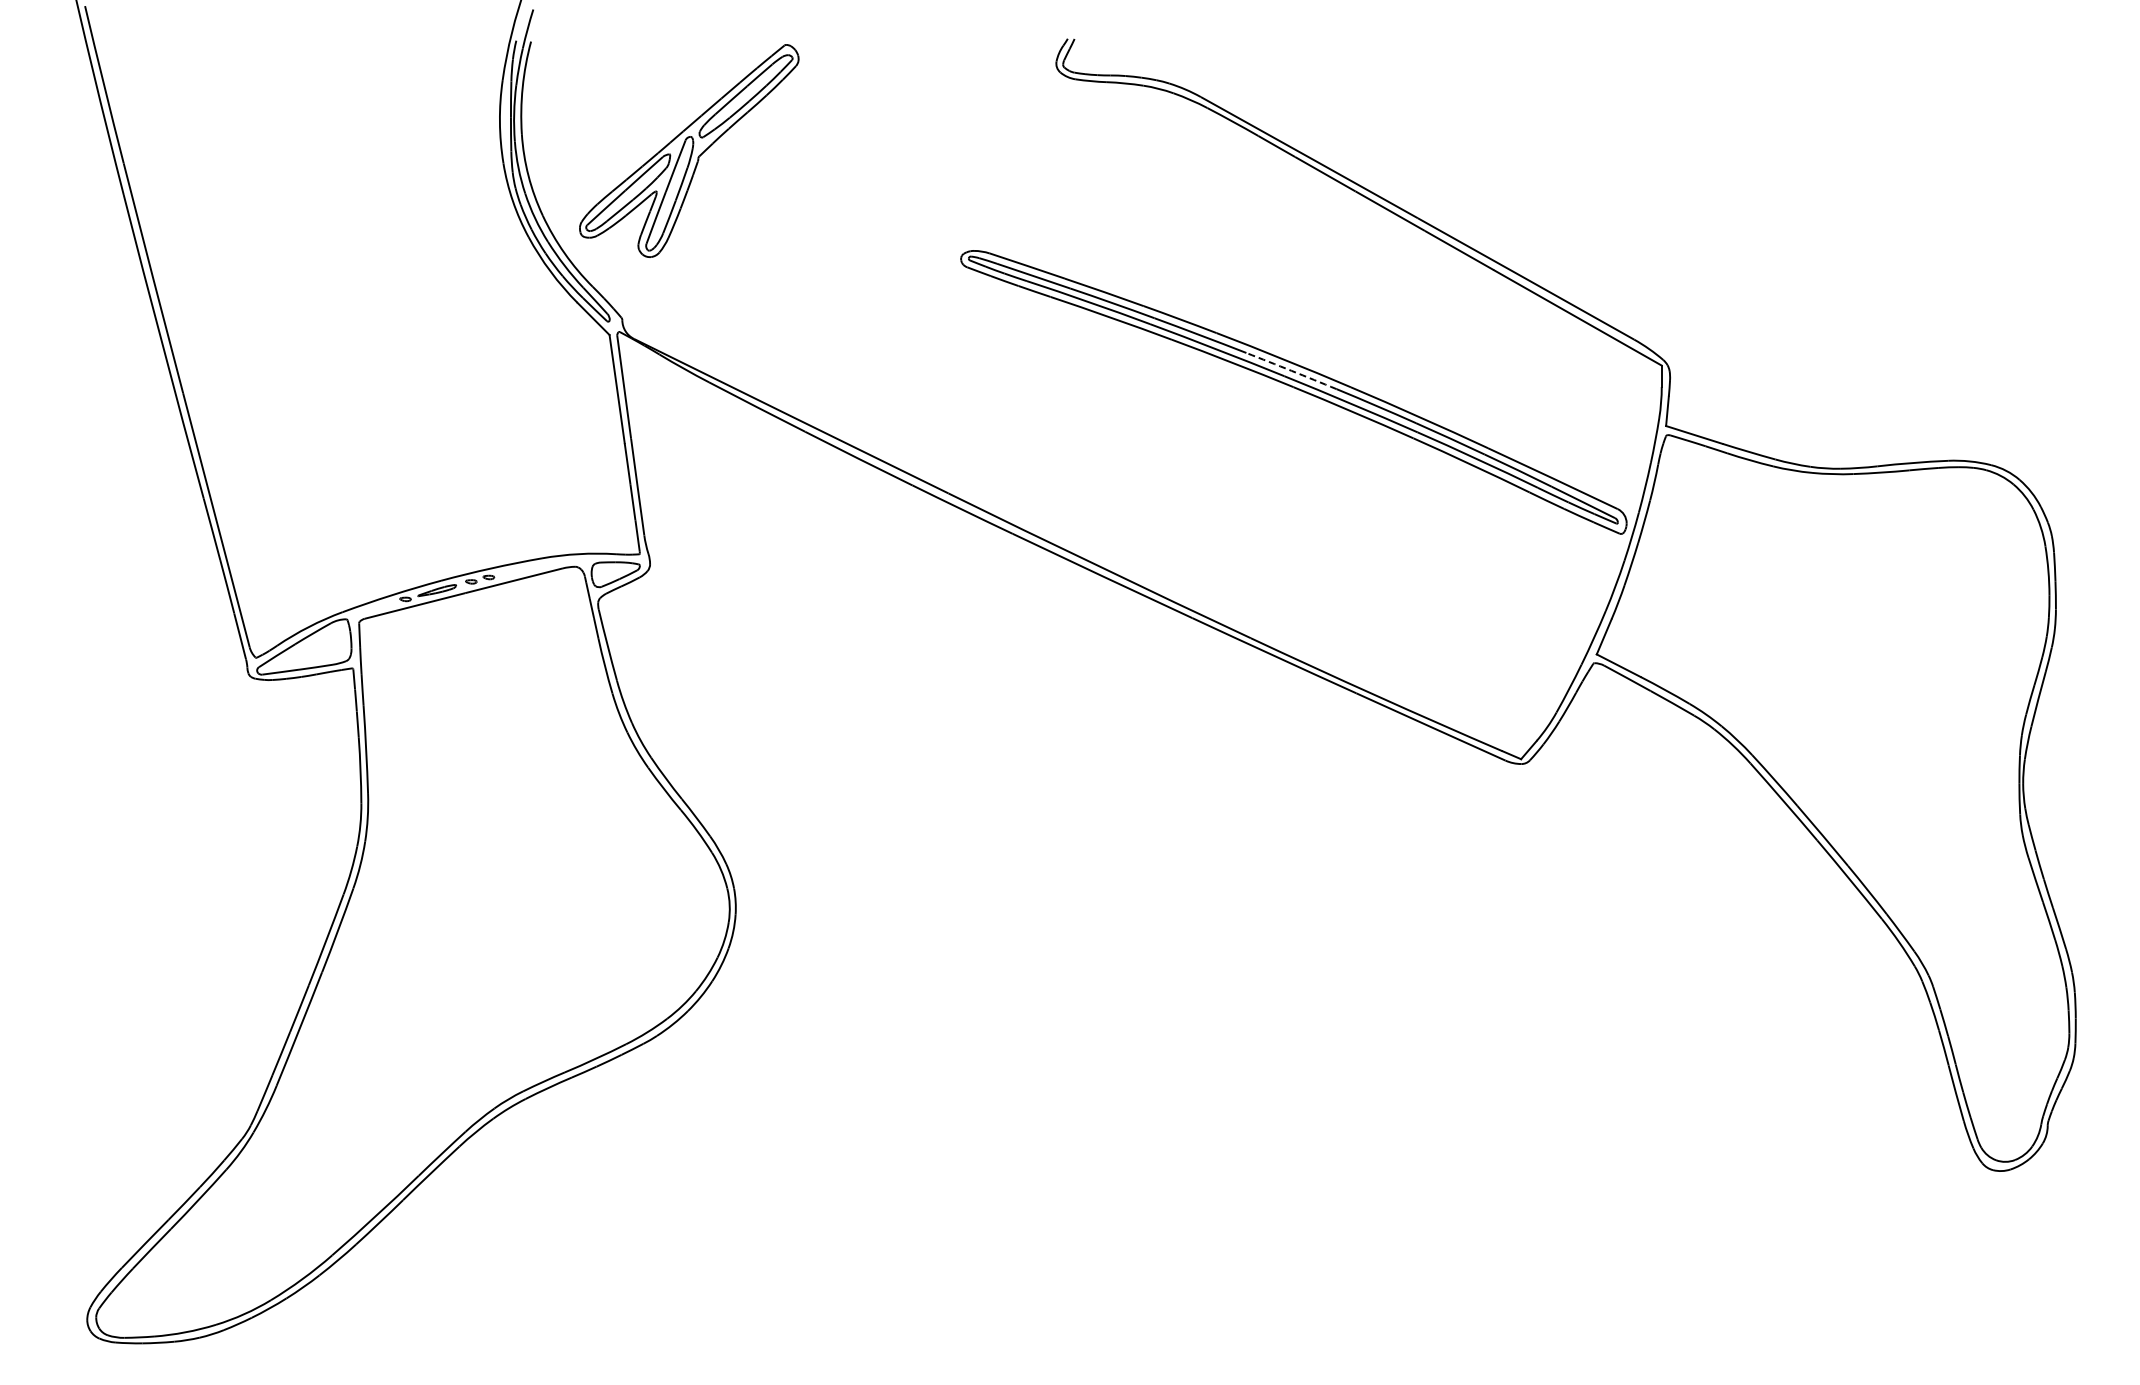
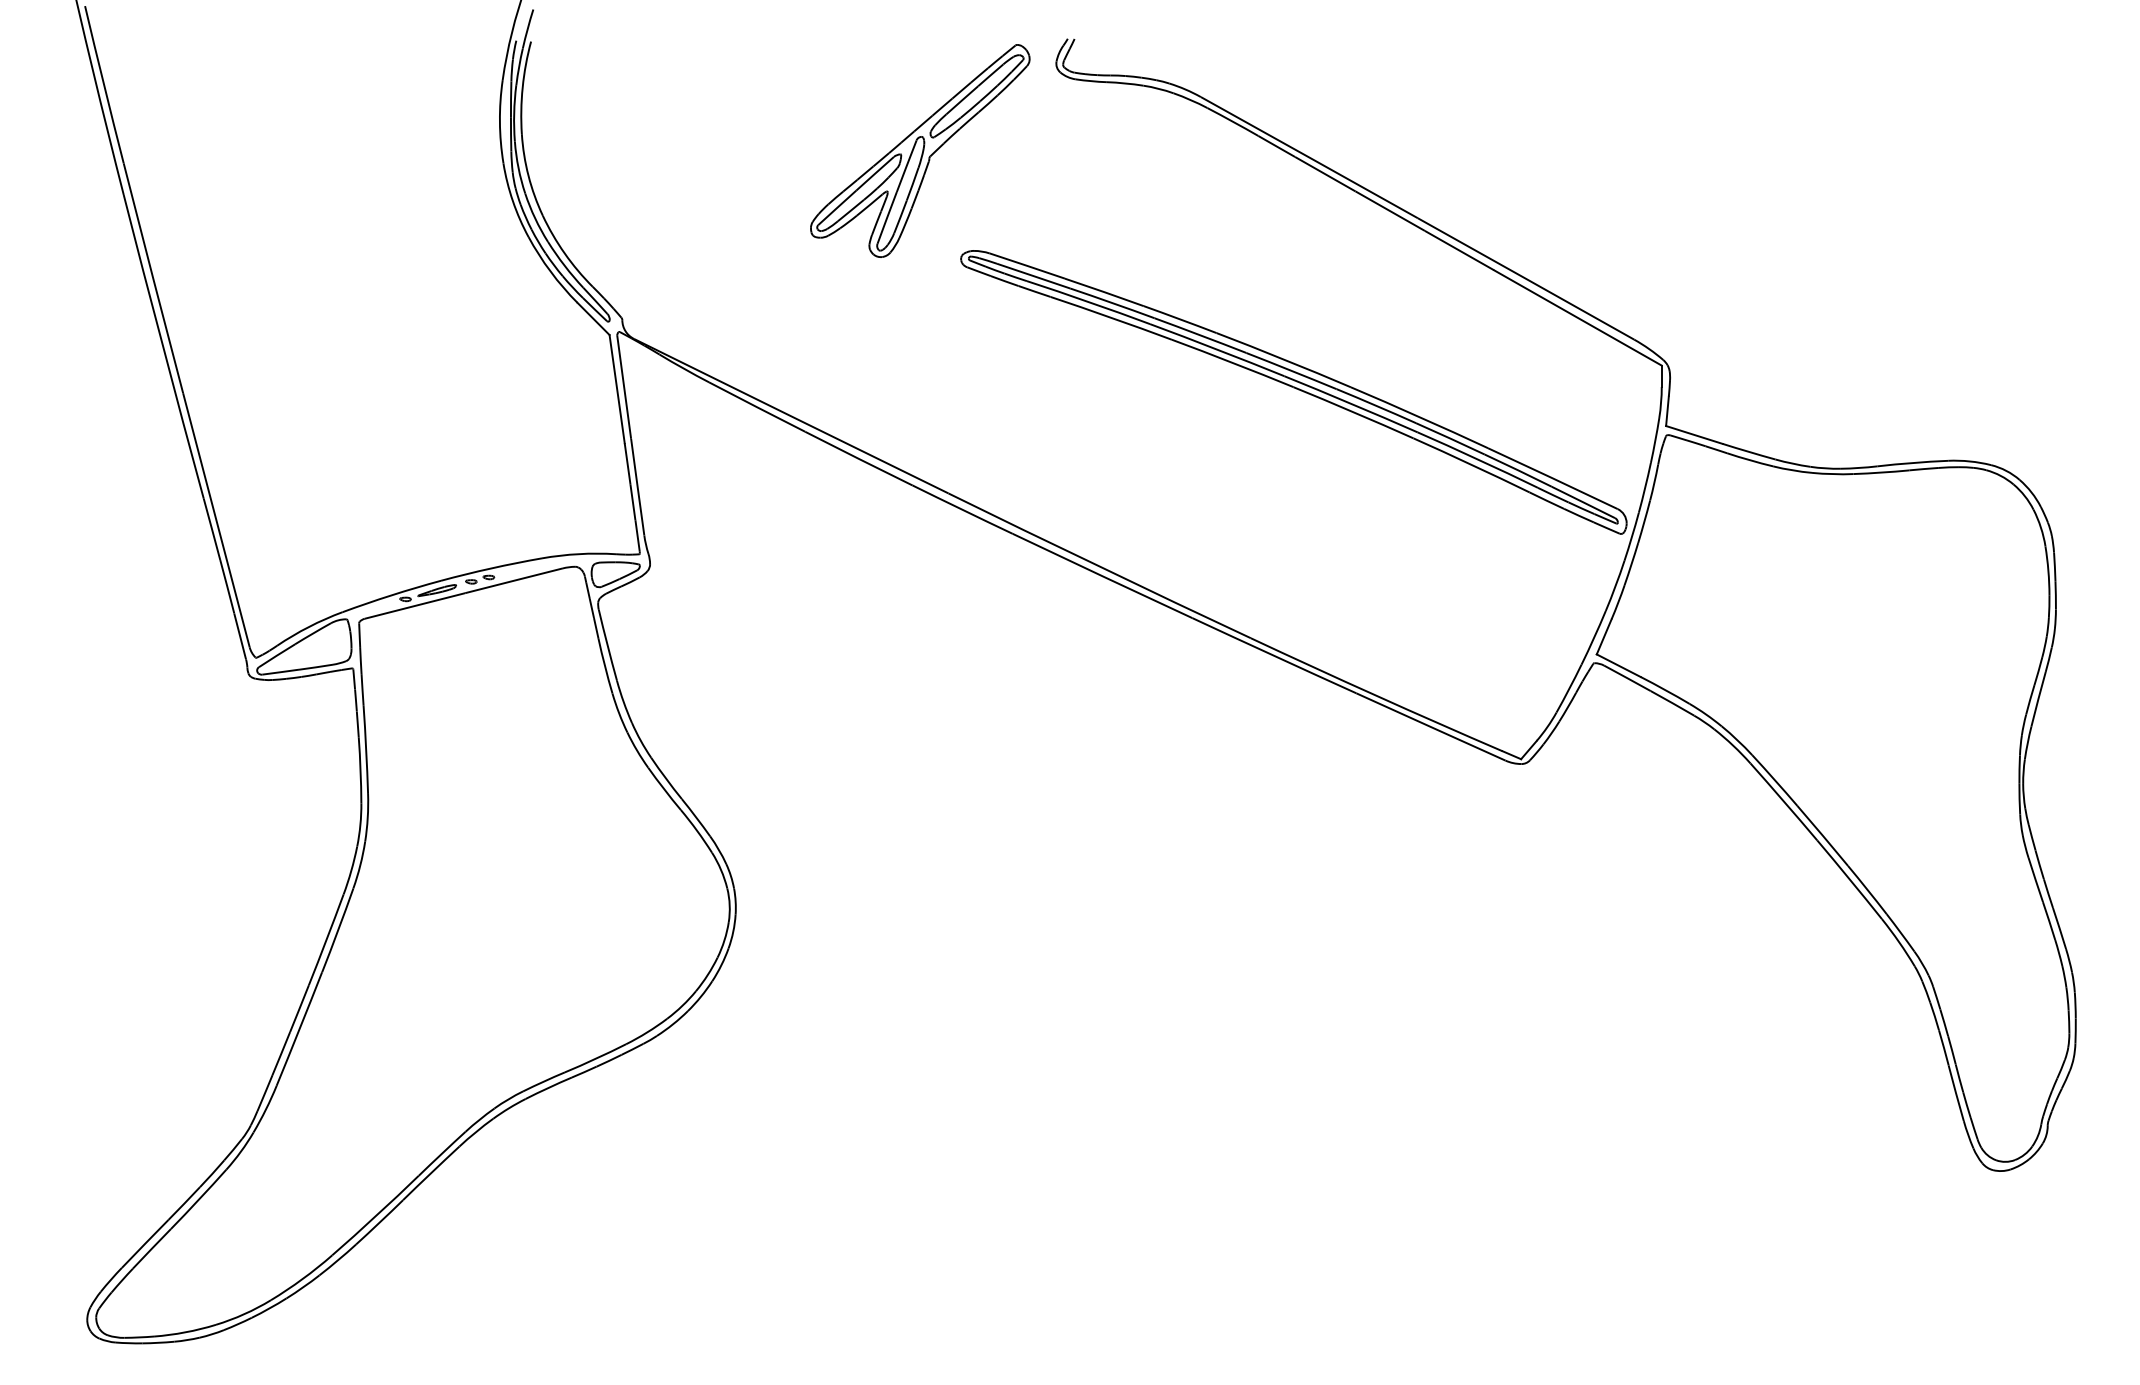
part at (689, 150) position: (689, 150) -> (920, 150)
arc at (1291, 370): dashed -> solid
